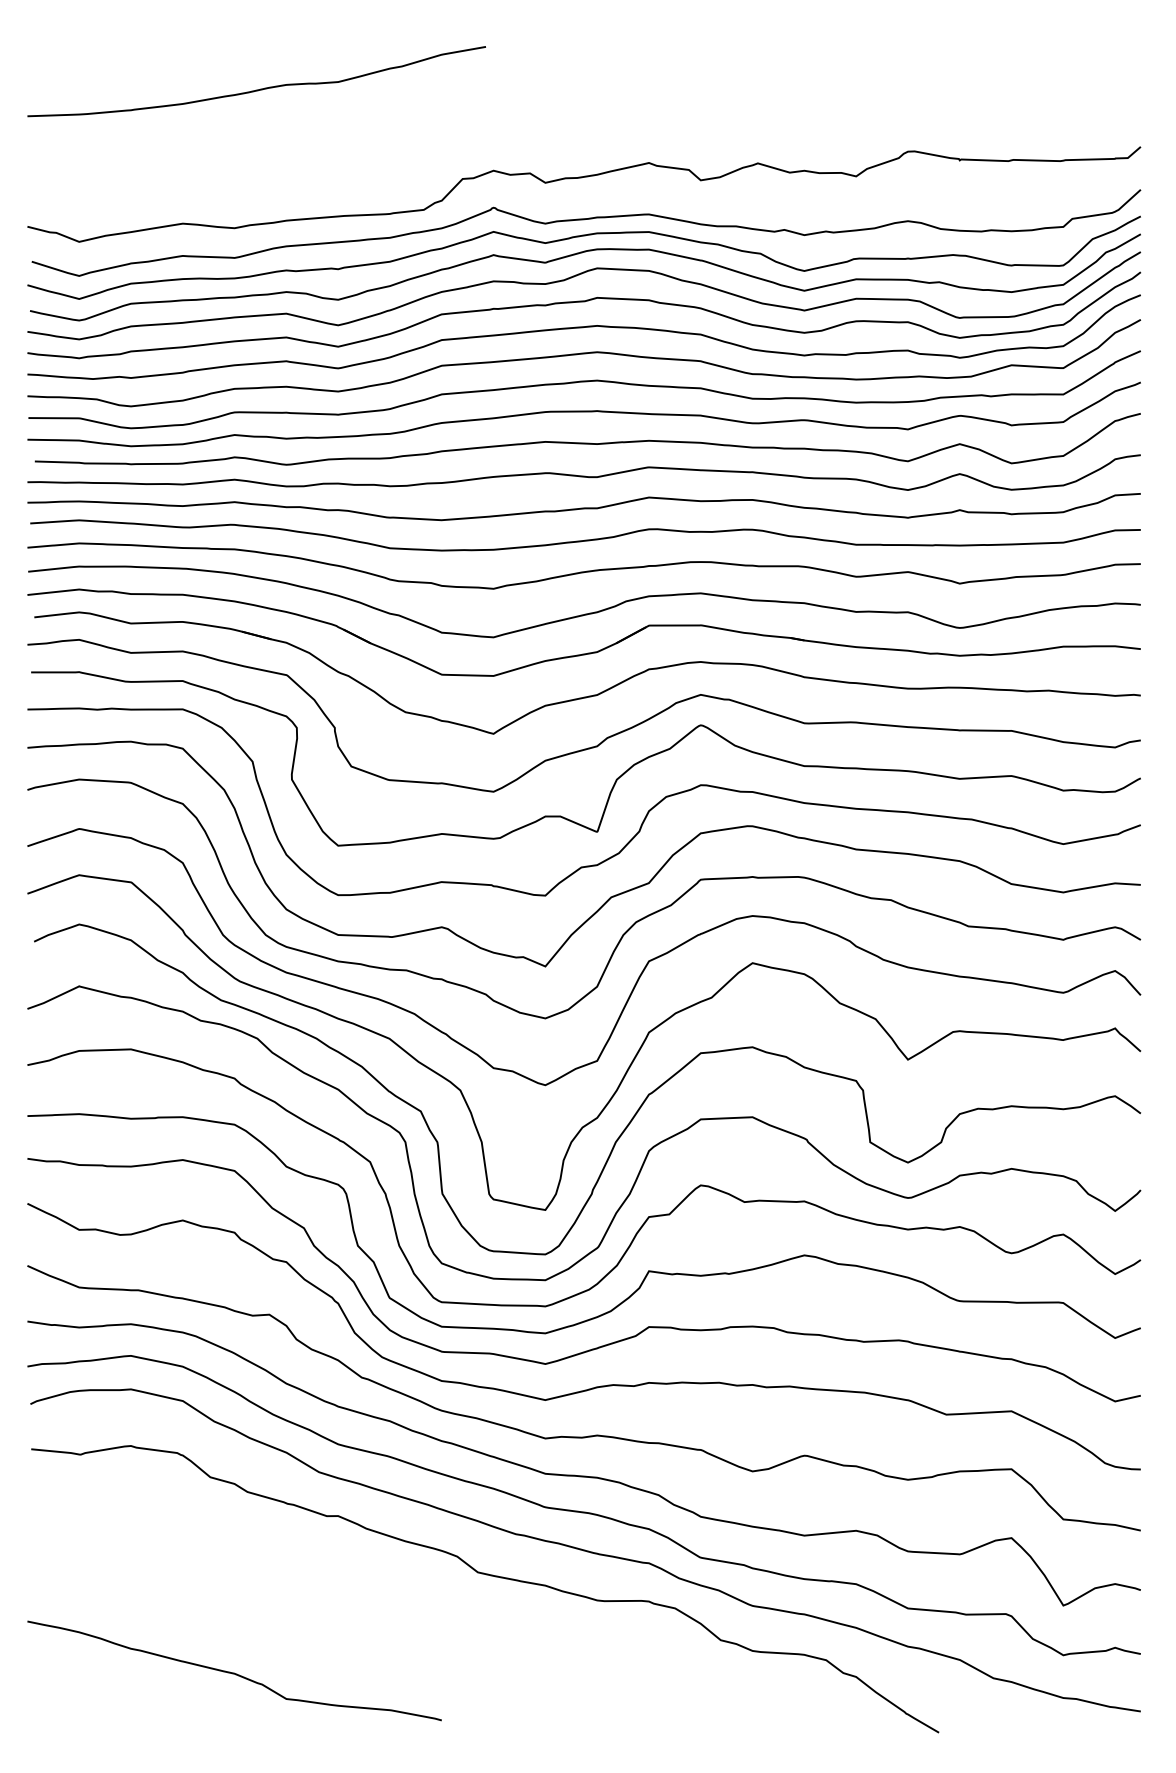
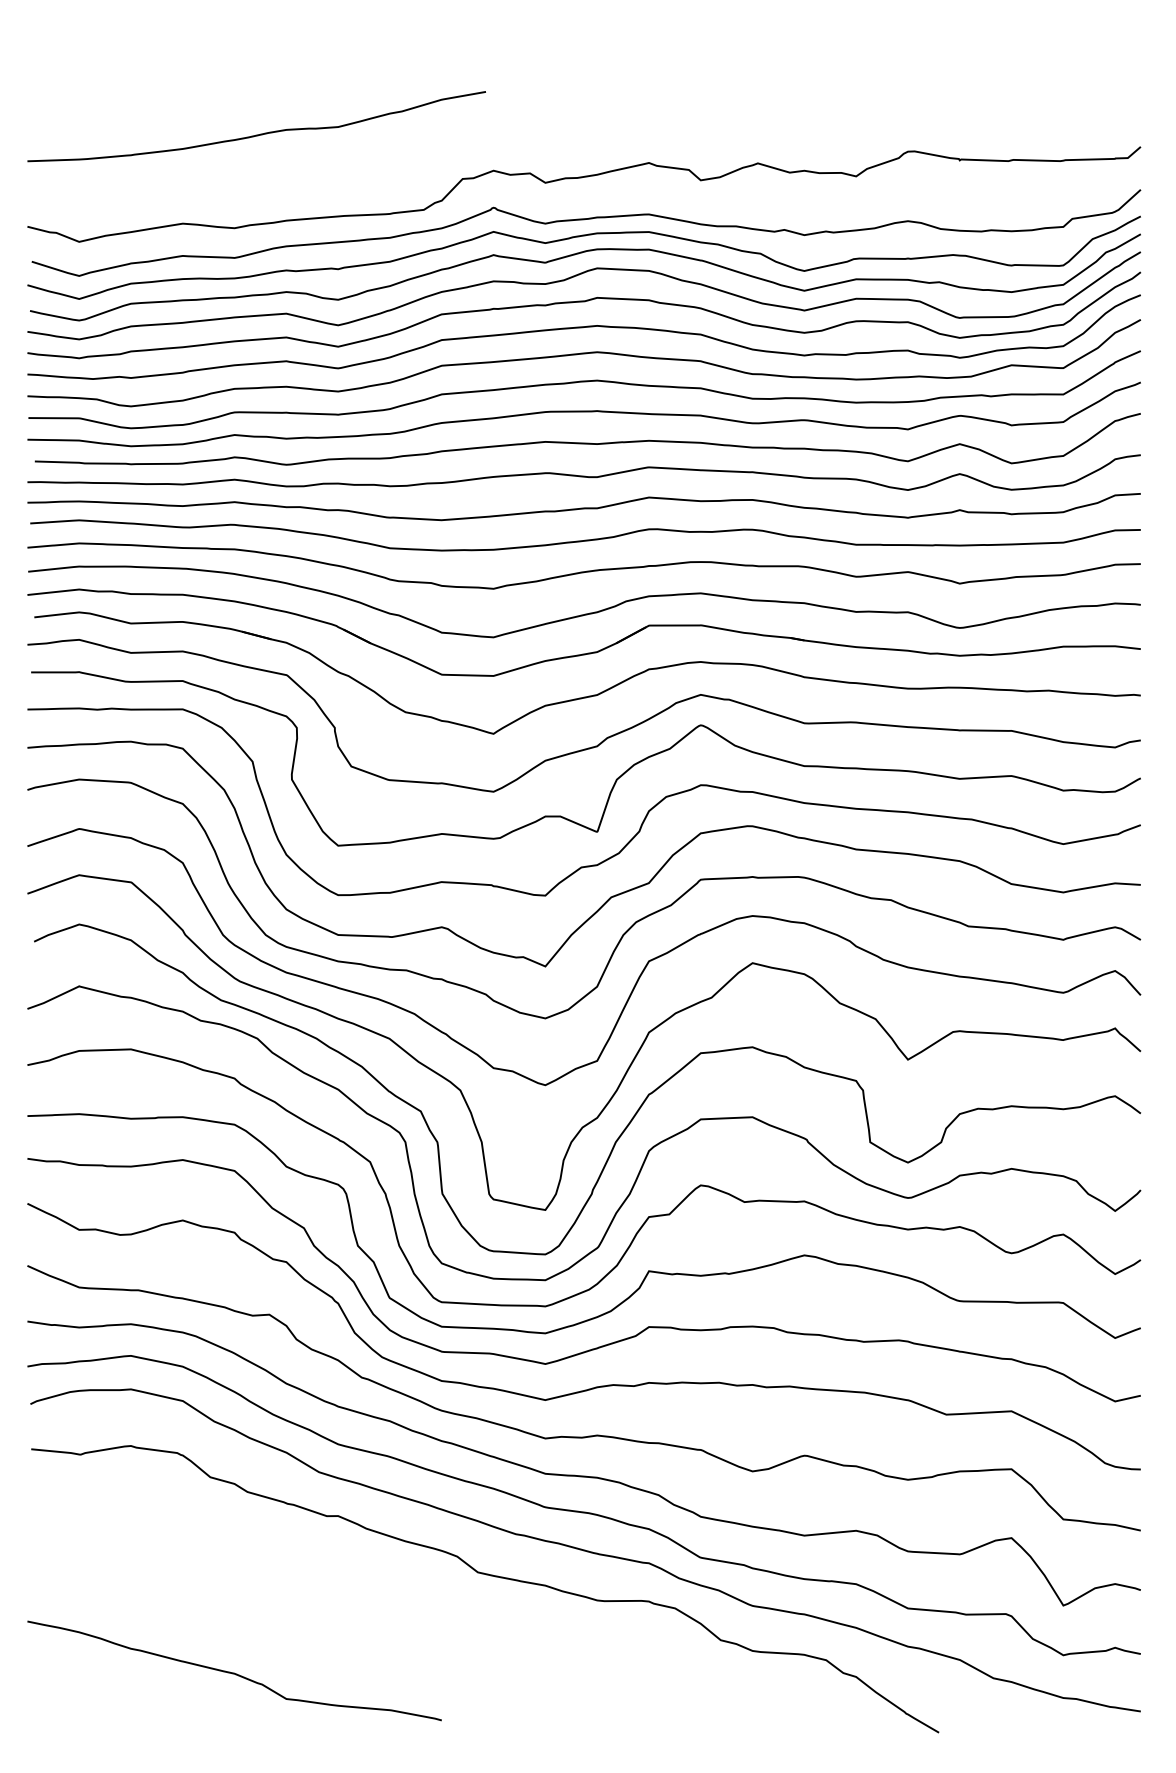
curve at (256, 89) position: (256, 89) -> (256, 134)
